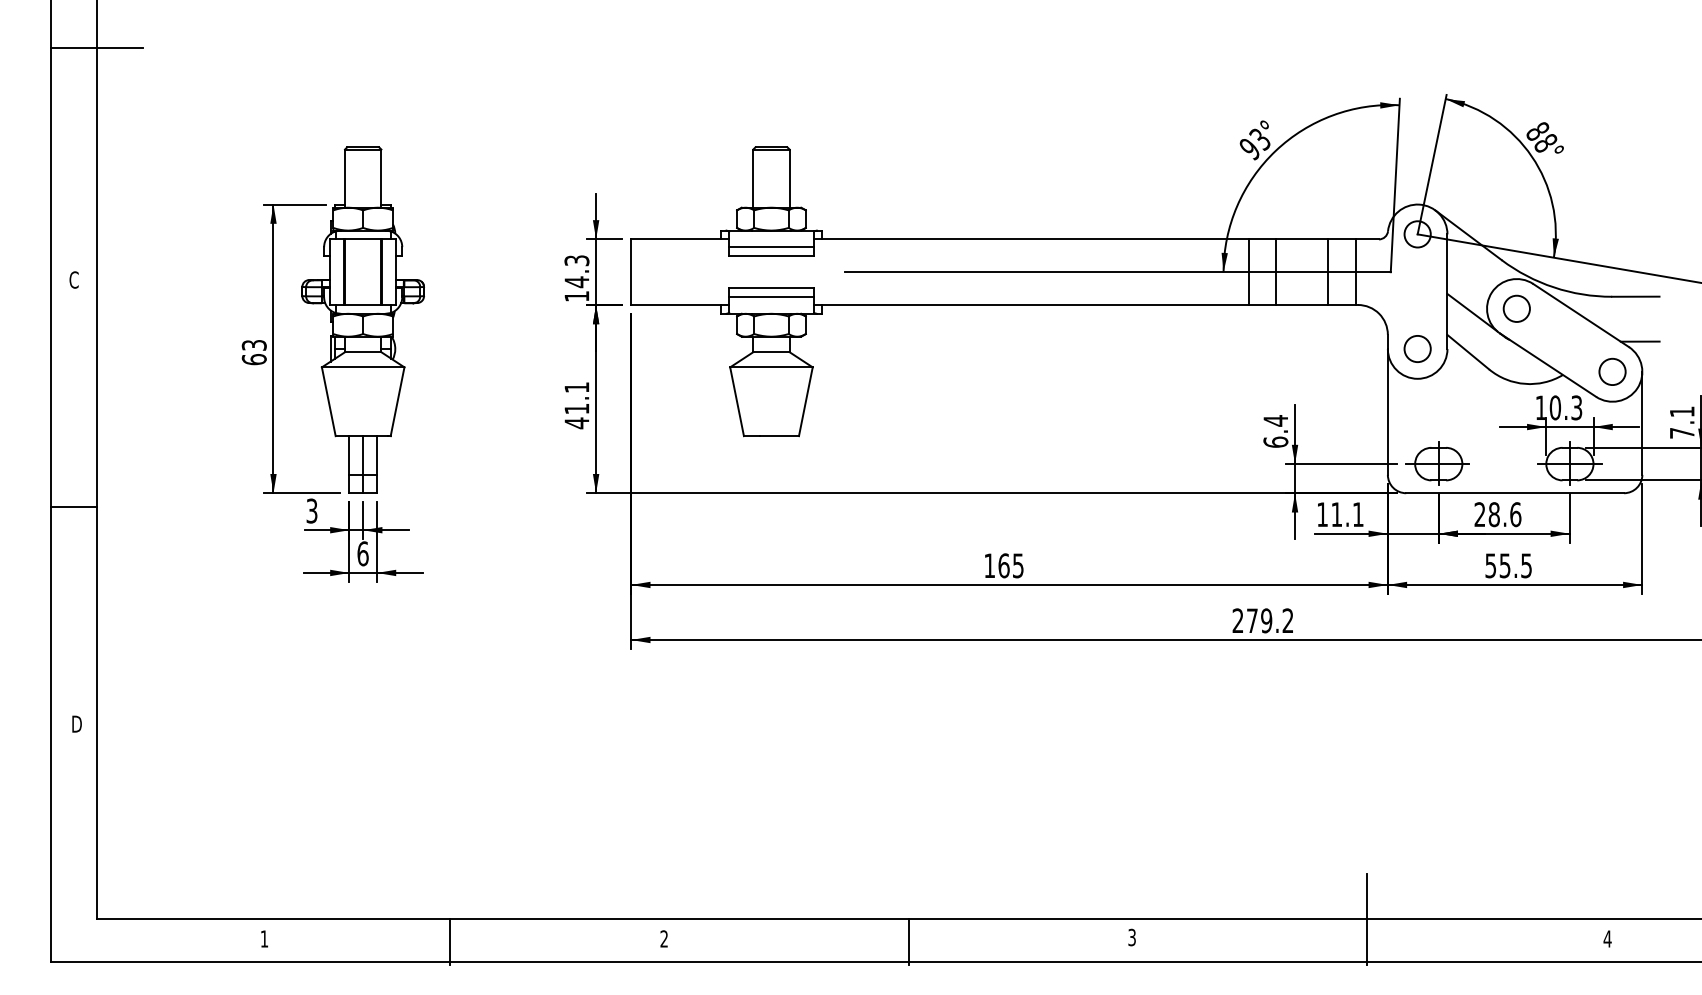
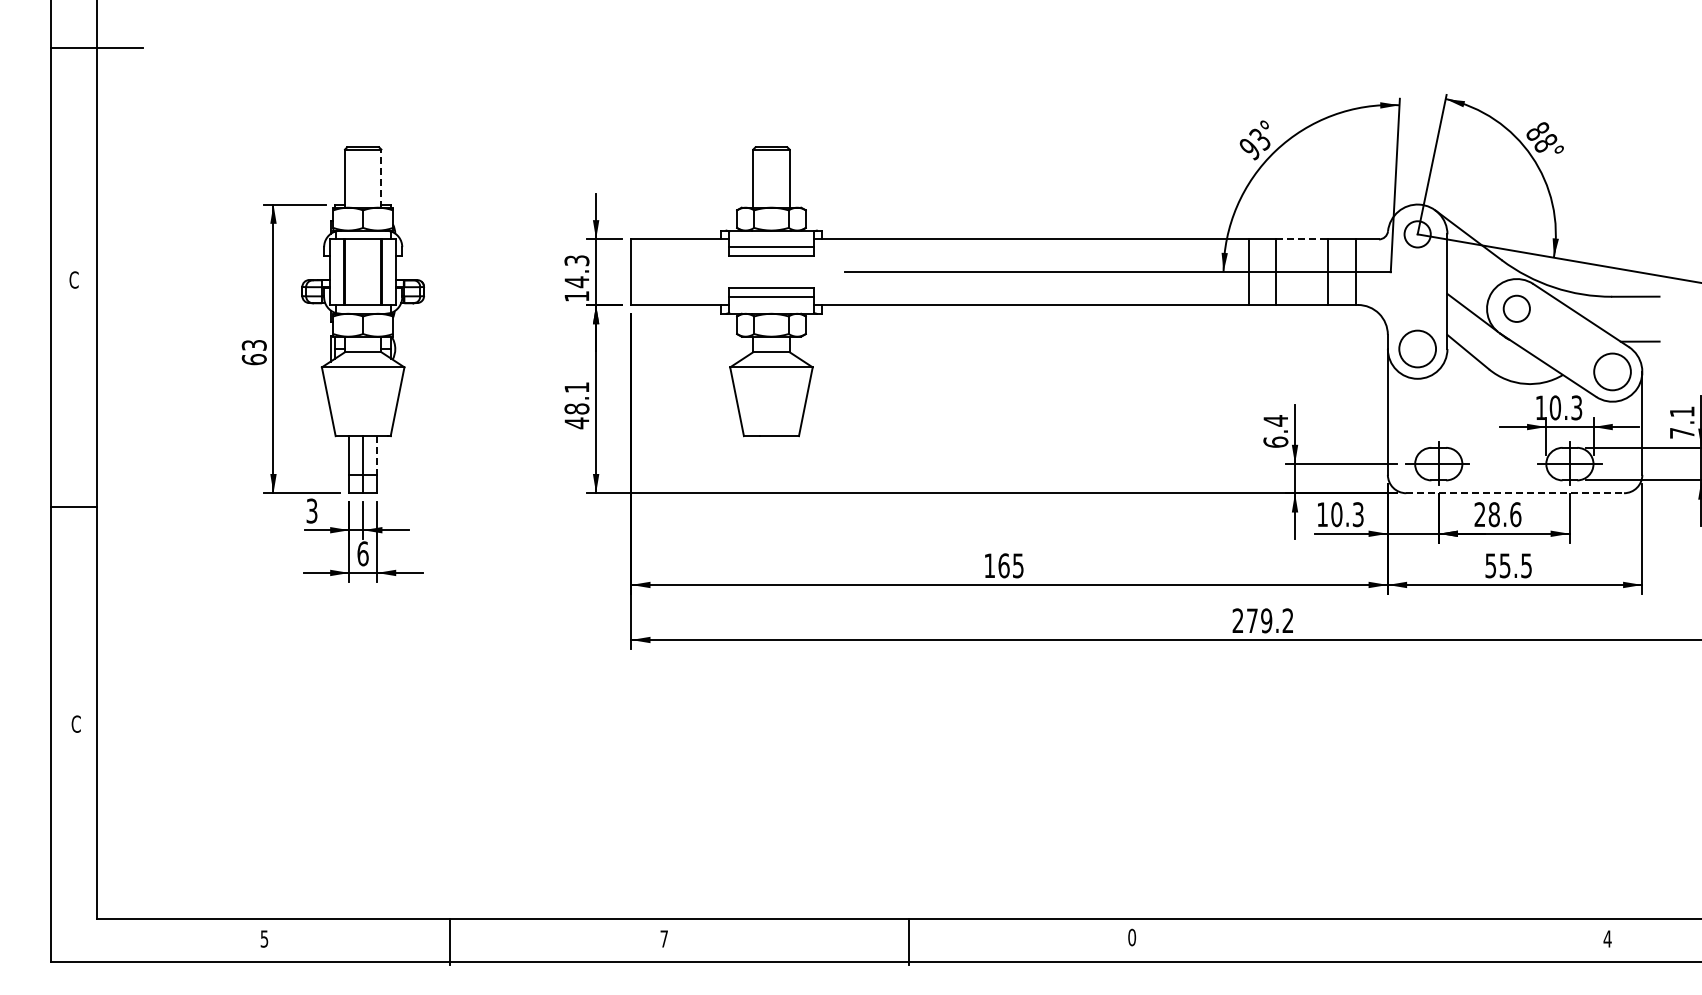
line at (381, 178): solid -> dashed
line at (1302, 239): solid -> dashed
circle at (1417, 348) diameter: 26 px -> 37 px
circle at (1612, 371) diameter: 26 px -> 37 px
text at (576, 408): 41.1 -> 48.1
line at (376, 456): solid -> dashed
line at (1515, 493): solid -> dashed
text at (1347, 514): 11.1 -> 10.3
text at (76, 723): D -> C
line at (1367, 919): present -> none
text at (1132, 937): 3 -> 0
text at (264, 938): 1 -> 5
text at (663, 938): 2 -> 7
